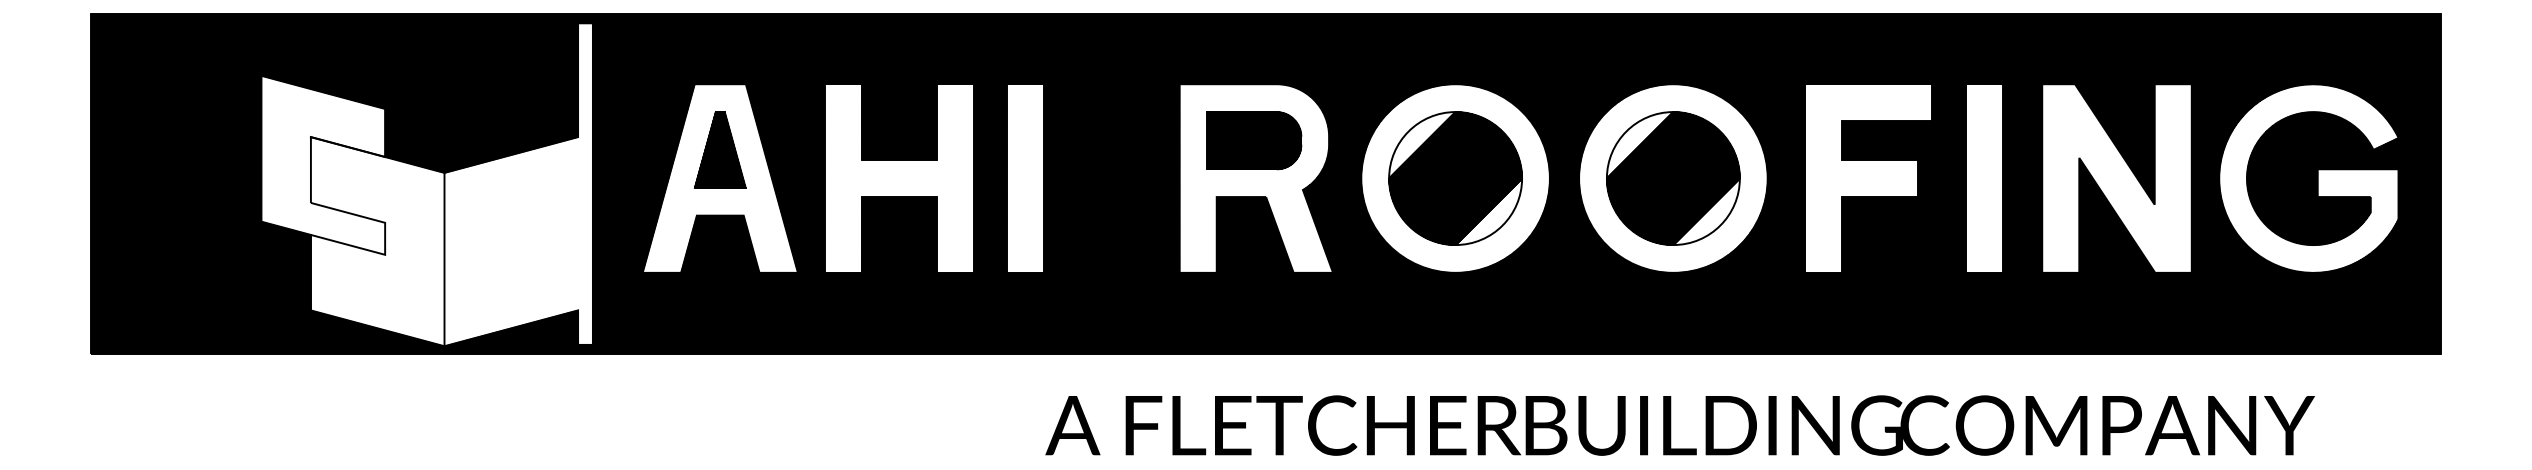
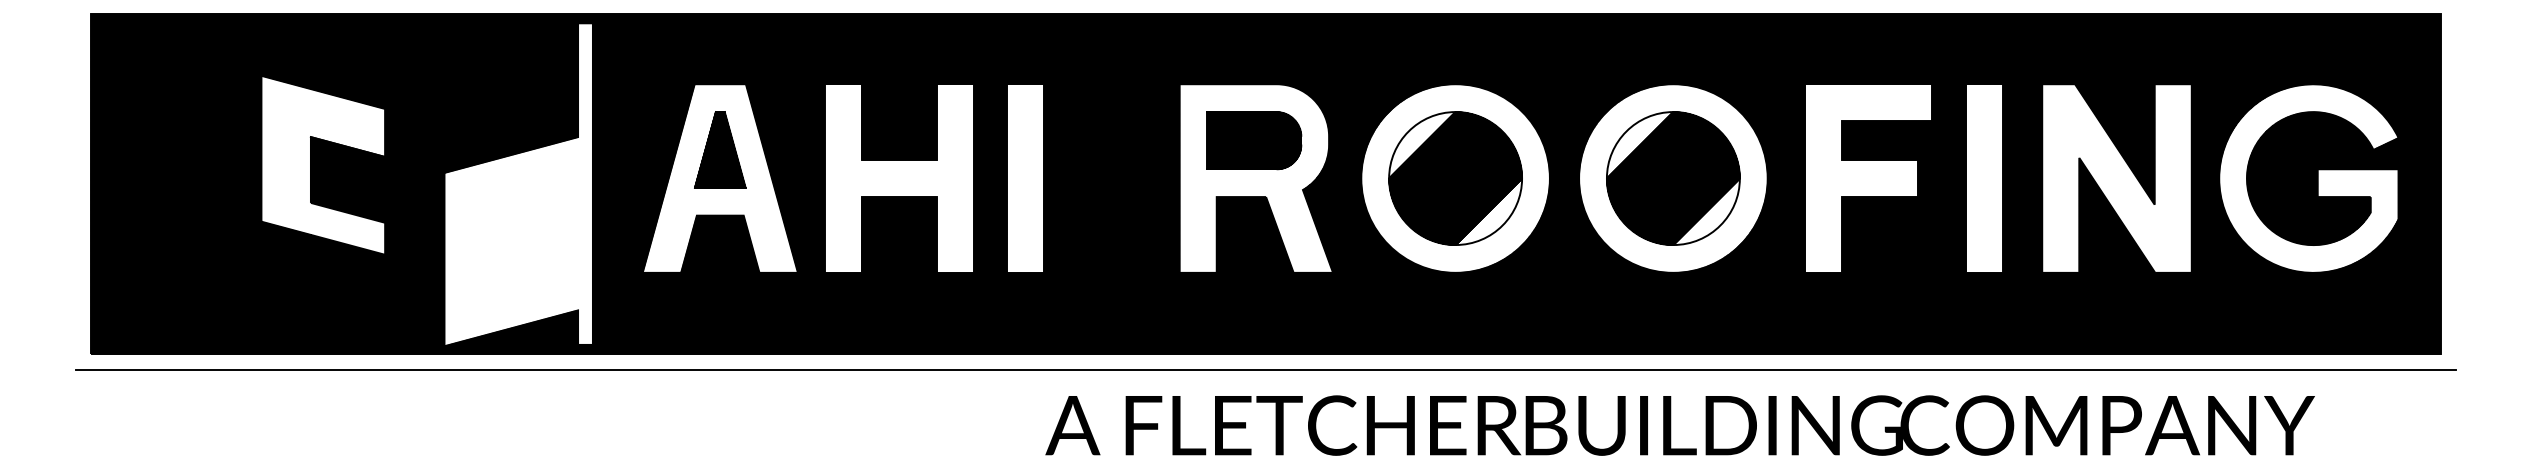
fill at (377, 241): none -> present
line at (1265, 369): none -> present
